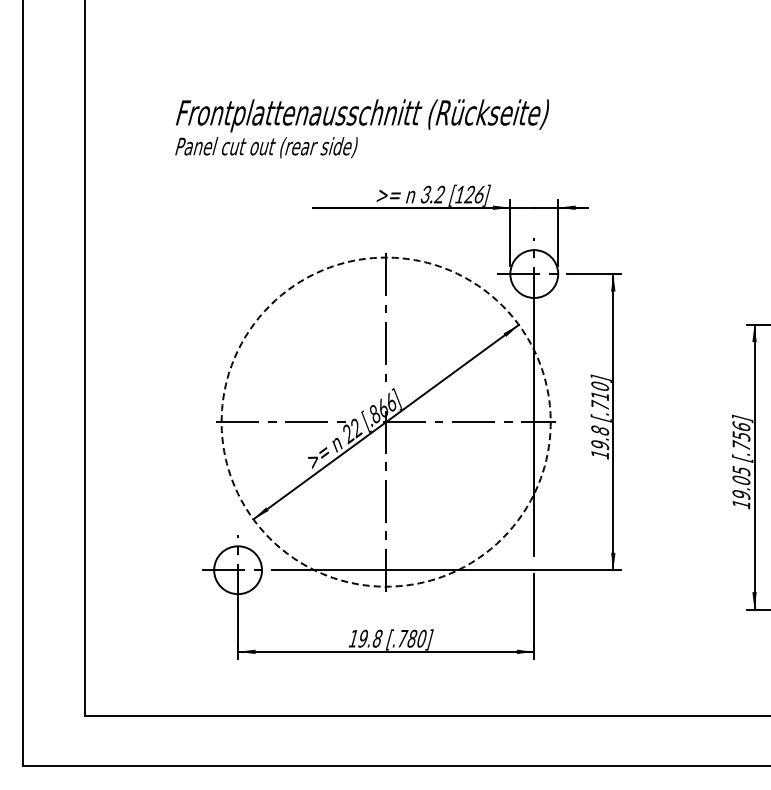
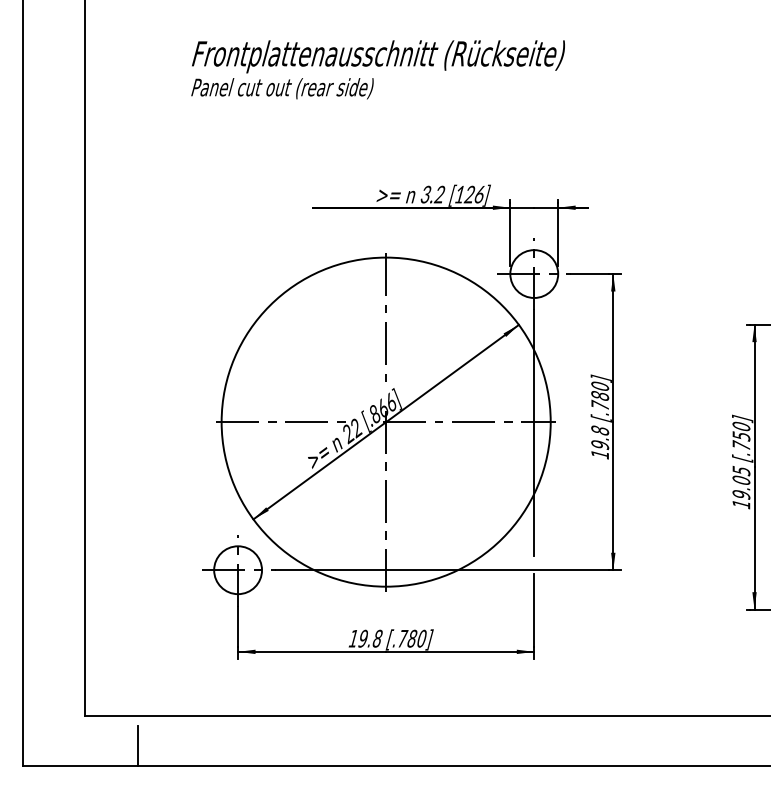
text at (361, 128) position: (361, 128) -> (377, 69)
text at (600, 395): [.710] -> [.780]
circle at (385, 421): dashed -> solid
text at (741, 425): [.756] -> [.750]
line at (137, 746): none -> present
